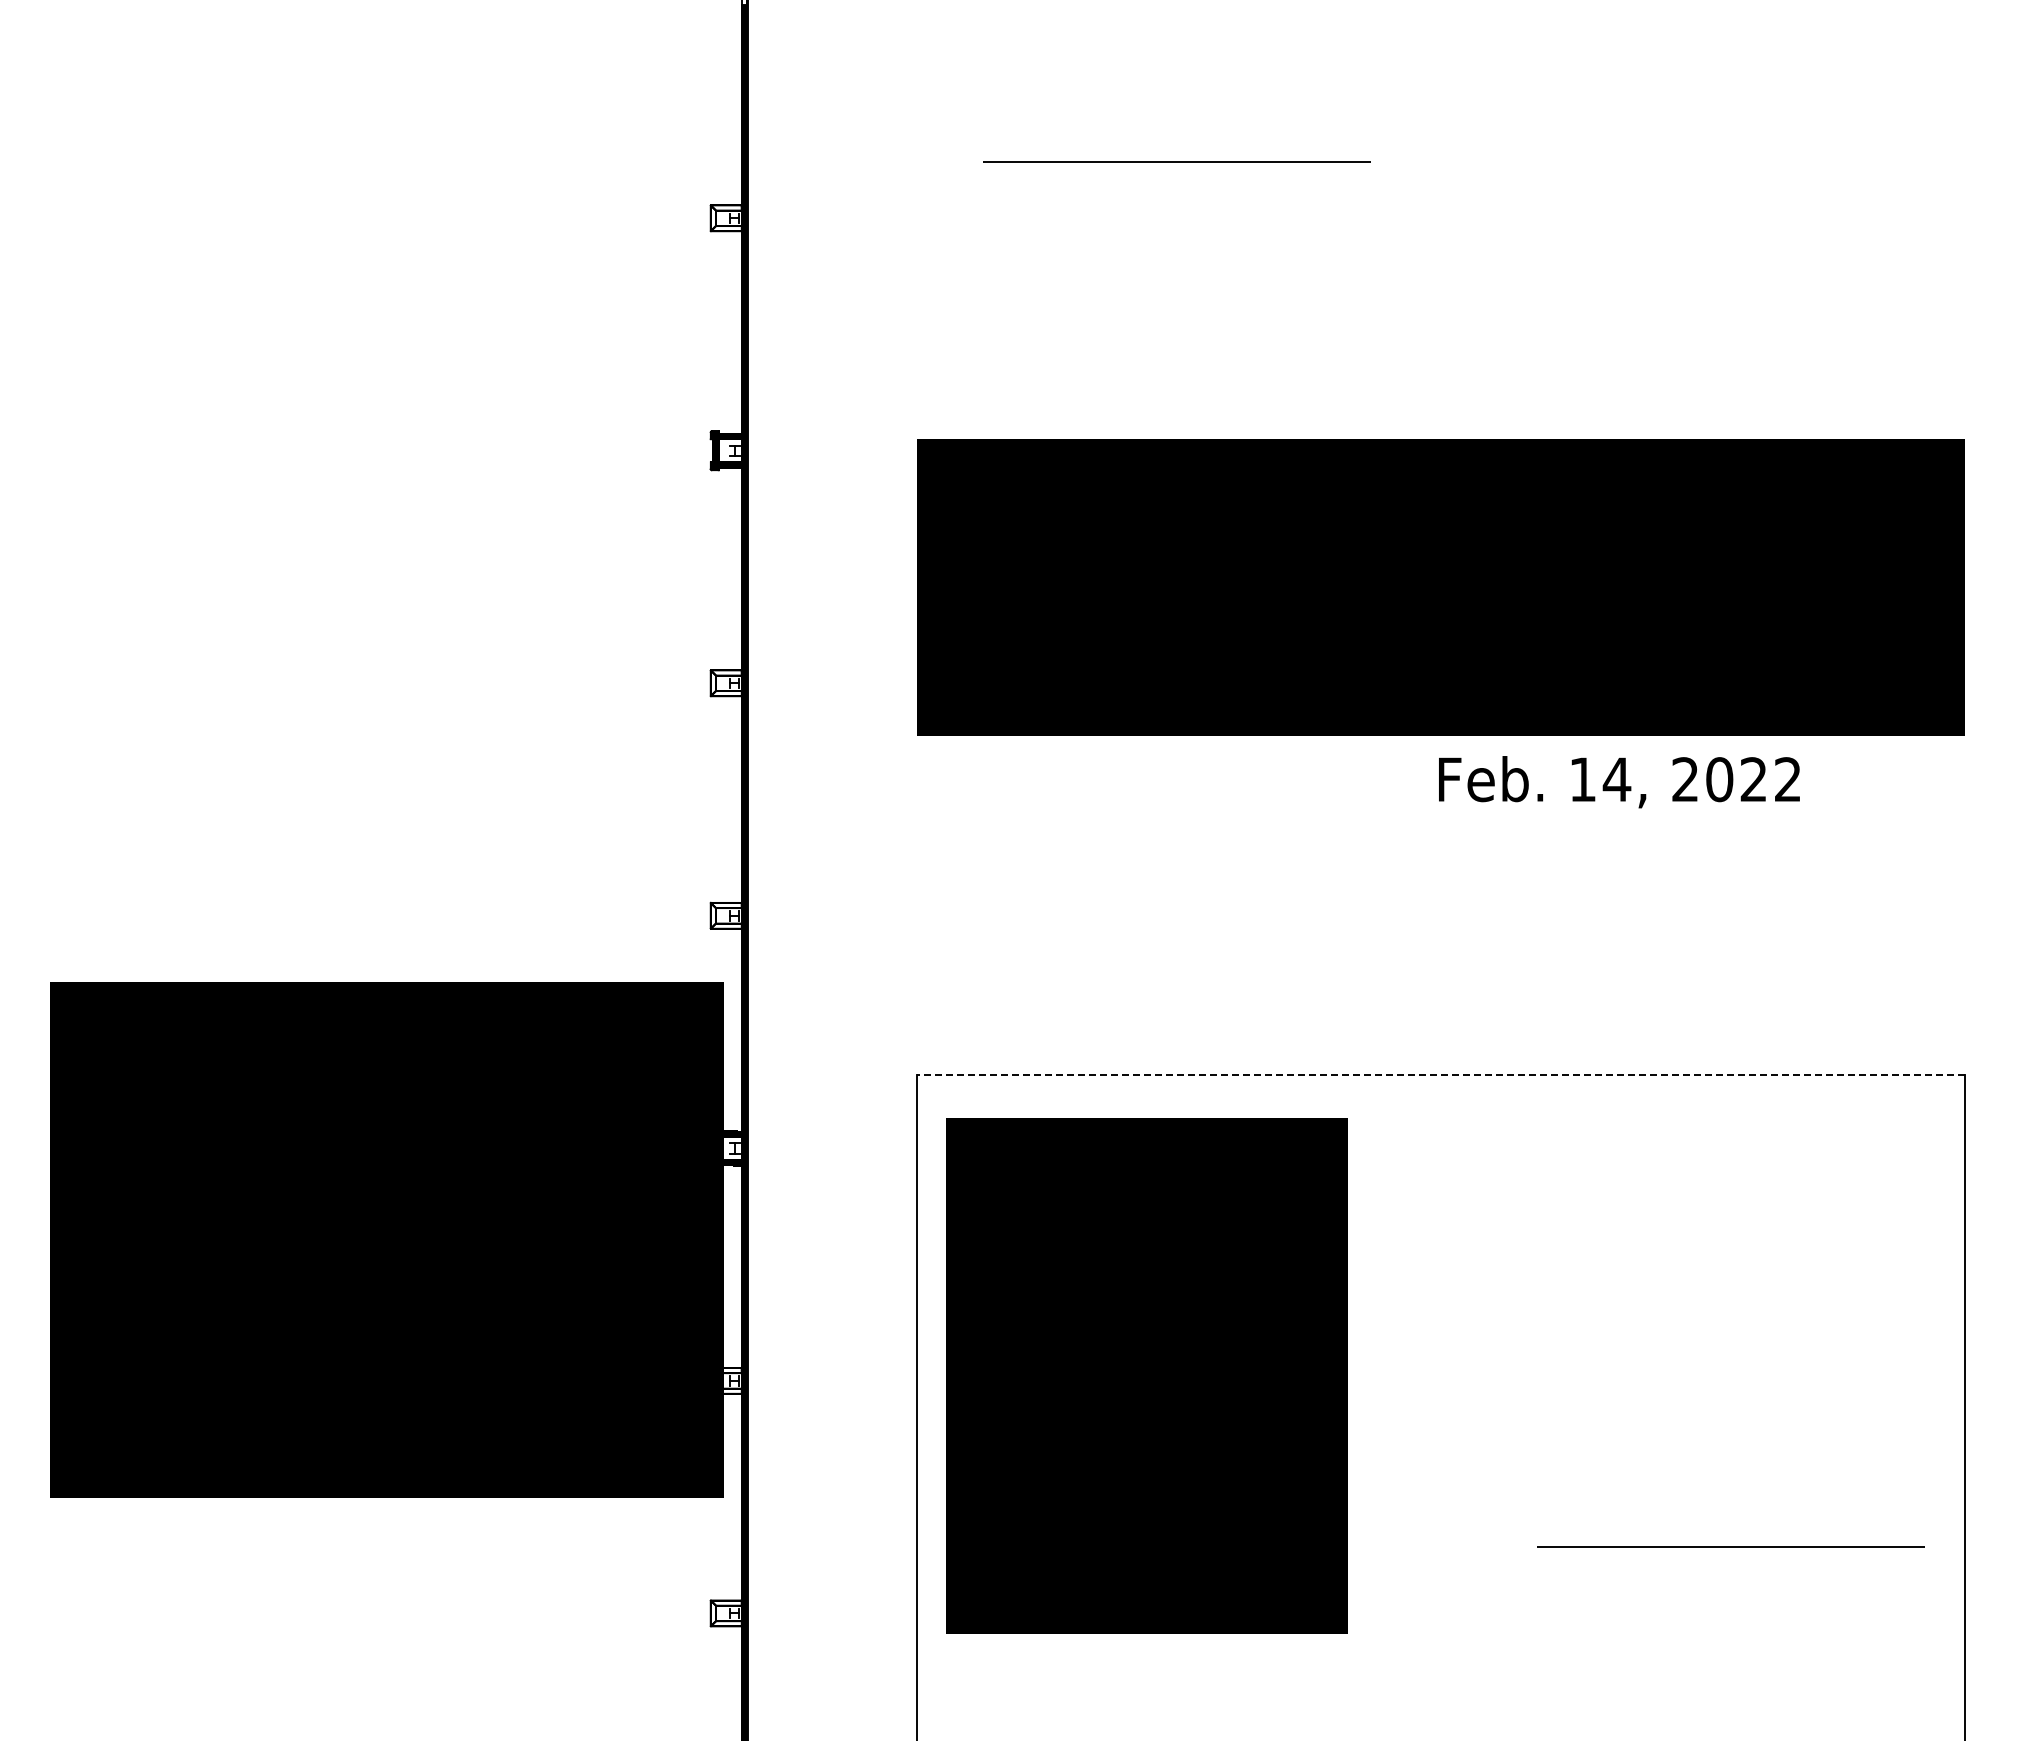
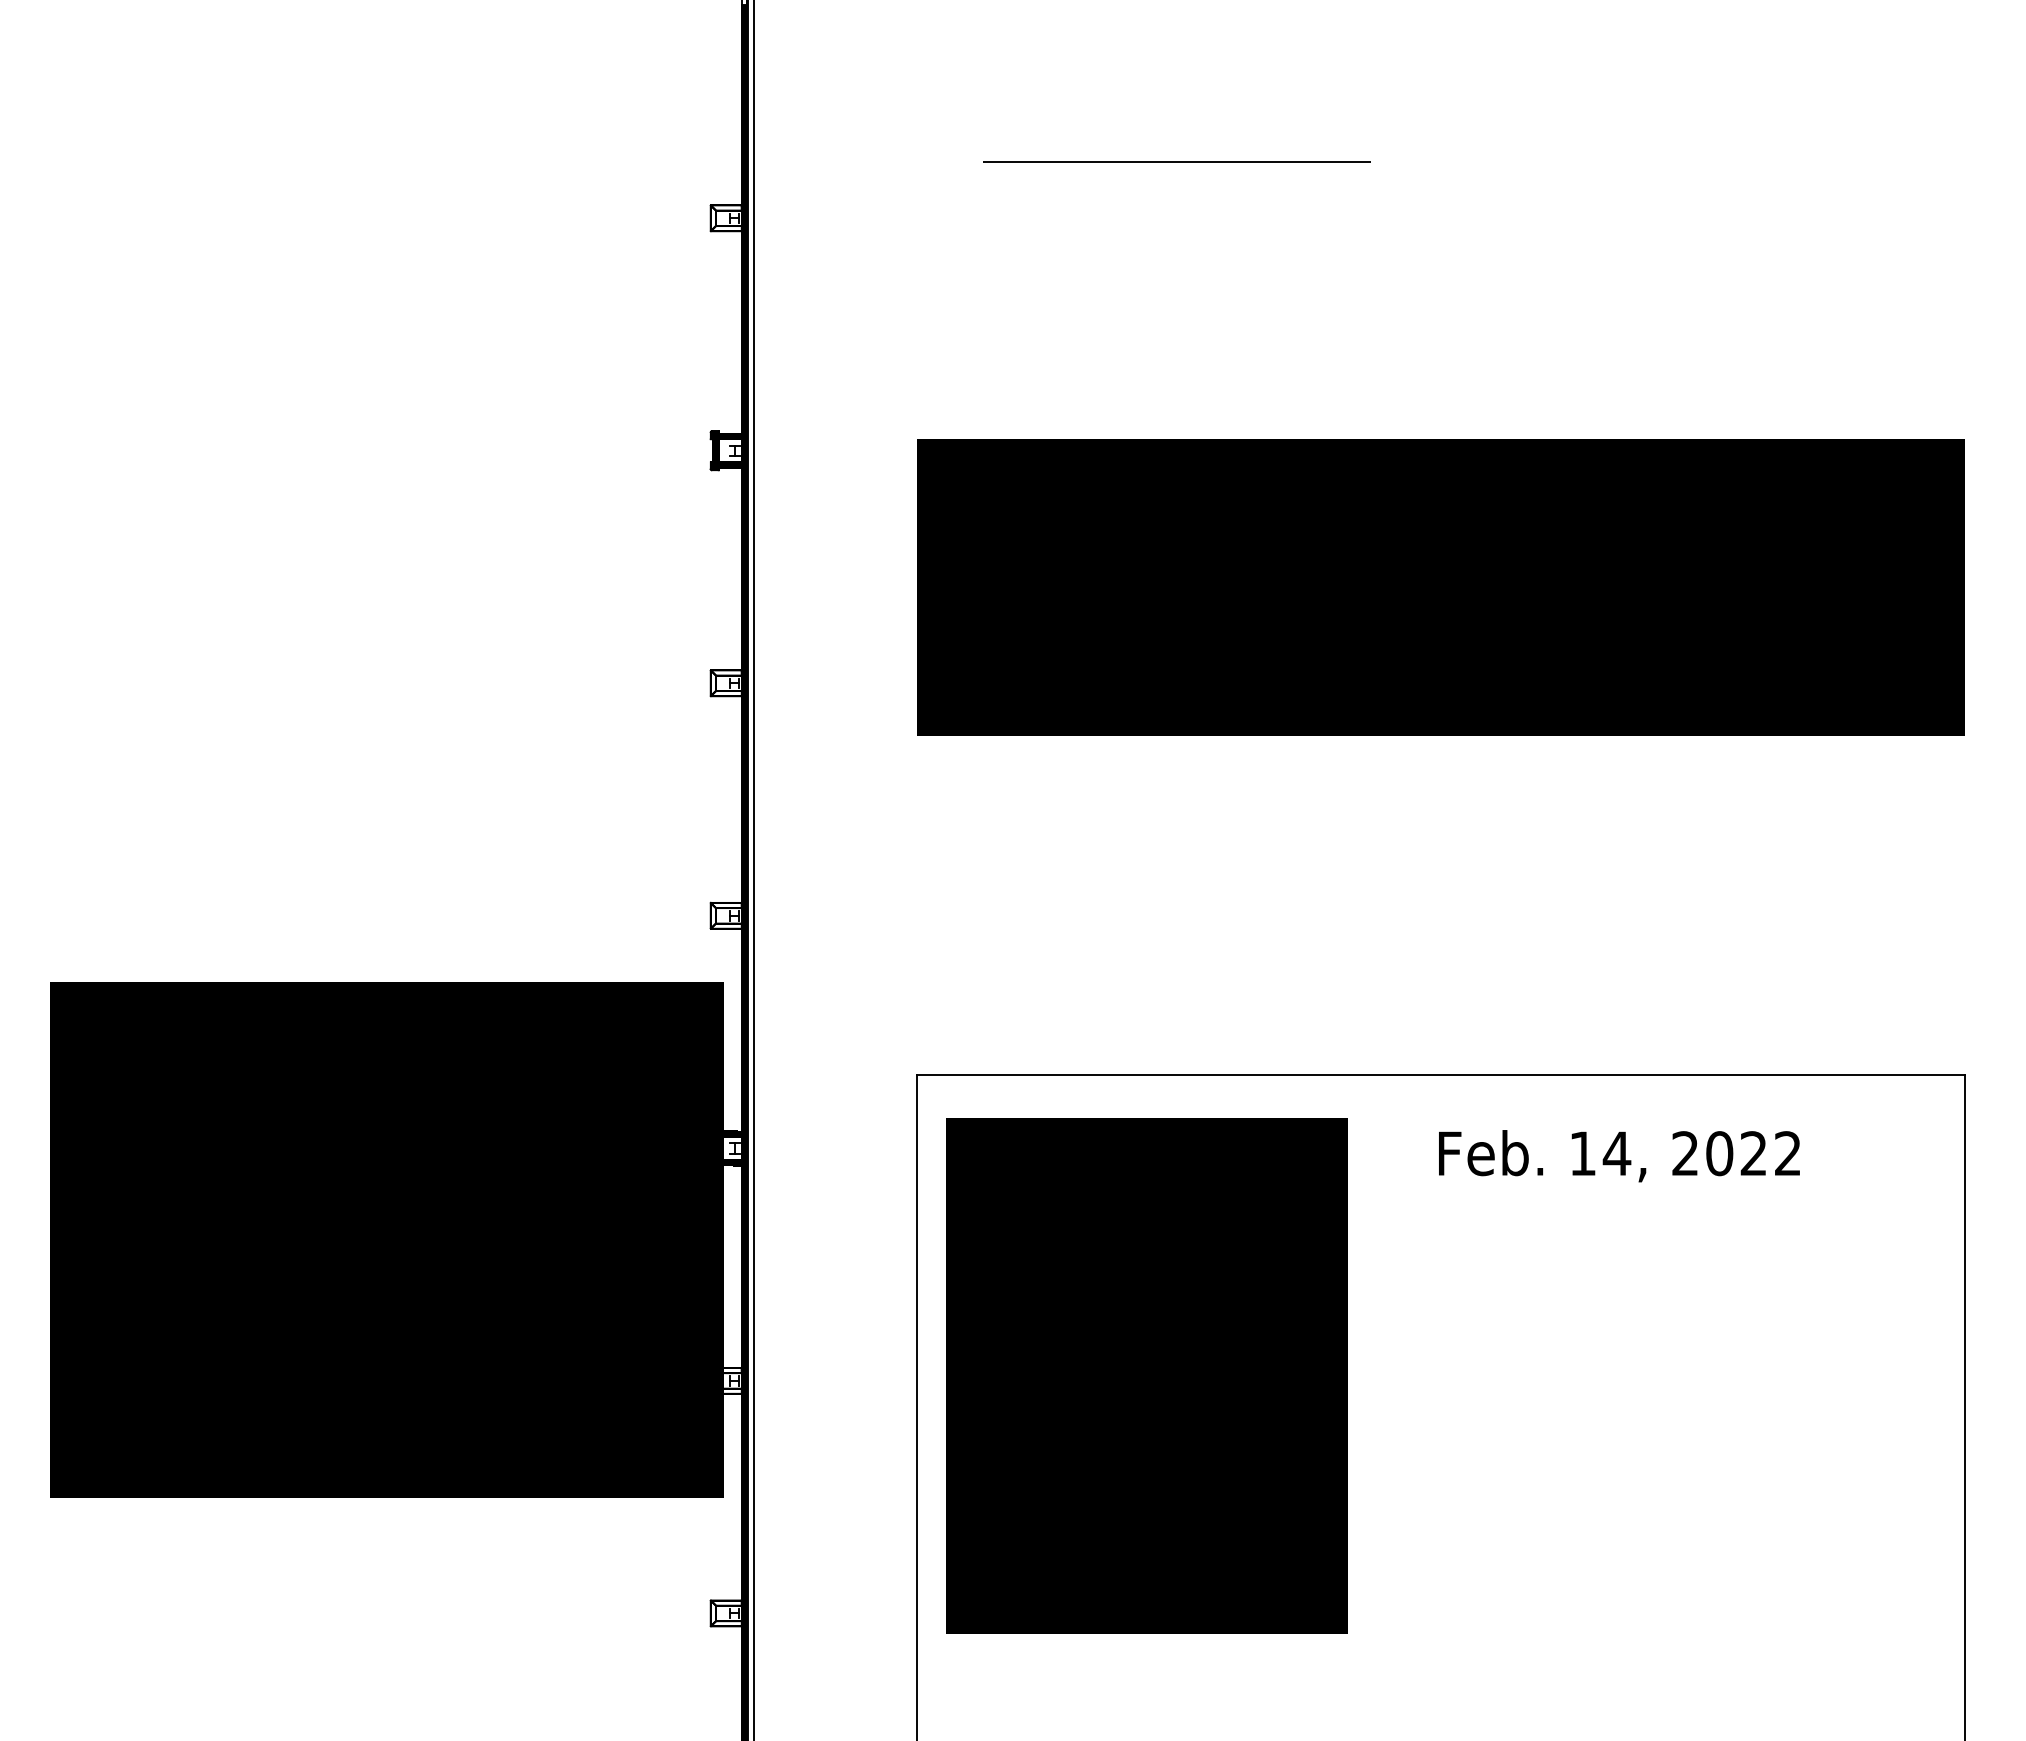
text at (1619, 782) position: (1619, 782) -> (1619, 1156)
line at (754, 869): none -> present
line at (1440, 1075): dashed -> solid
line at (1730, 1546): present -> none
